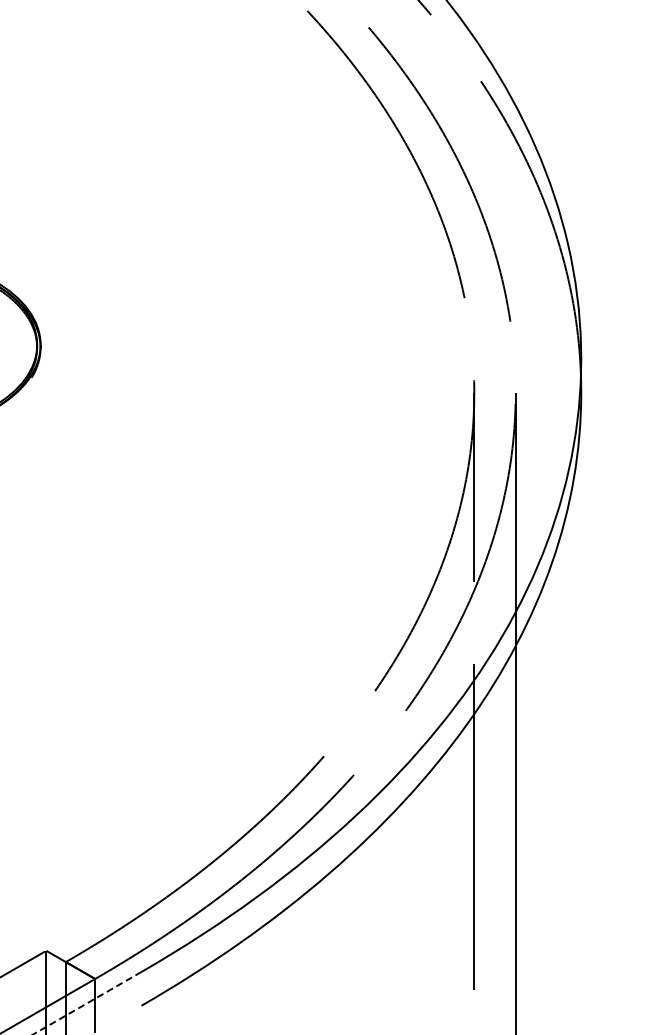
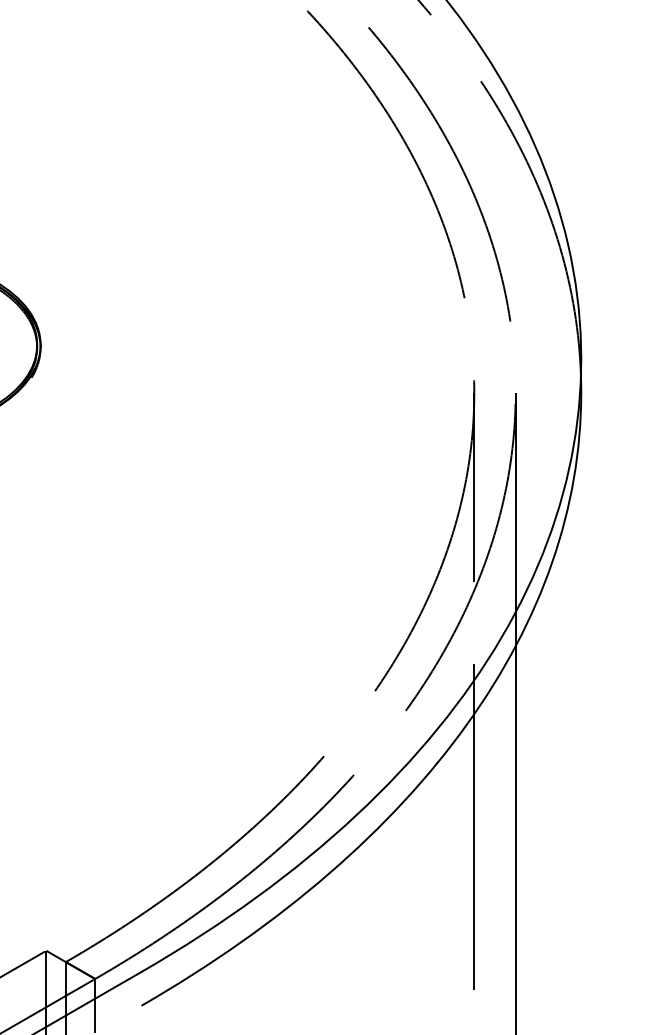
line at (86, 1003): dashed -> solid
